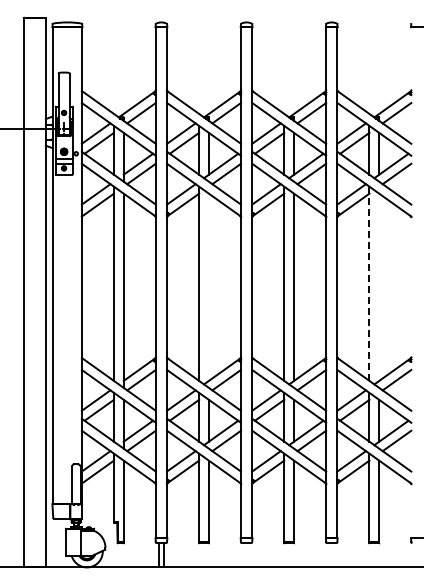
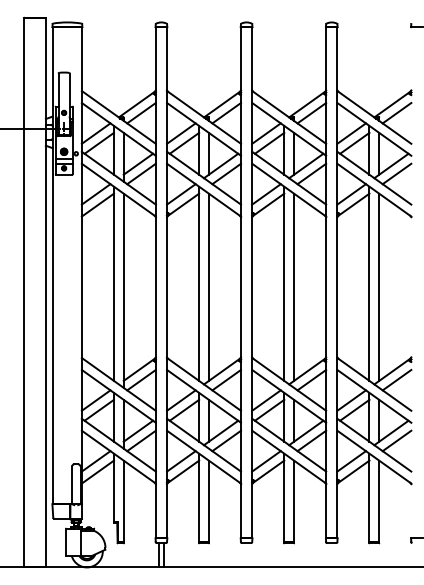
line at (369, 283): dashed -> solid
line at (208, 286): none -> present
line at (379, 286): none -> present
